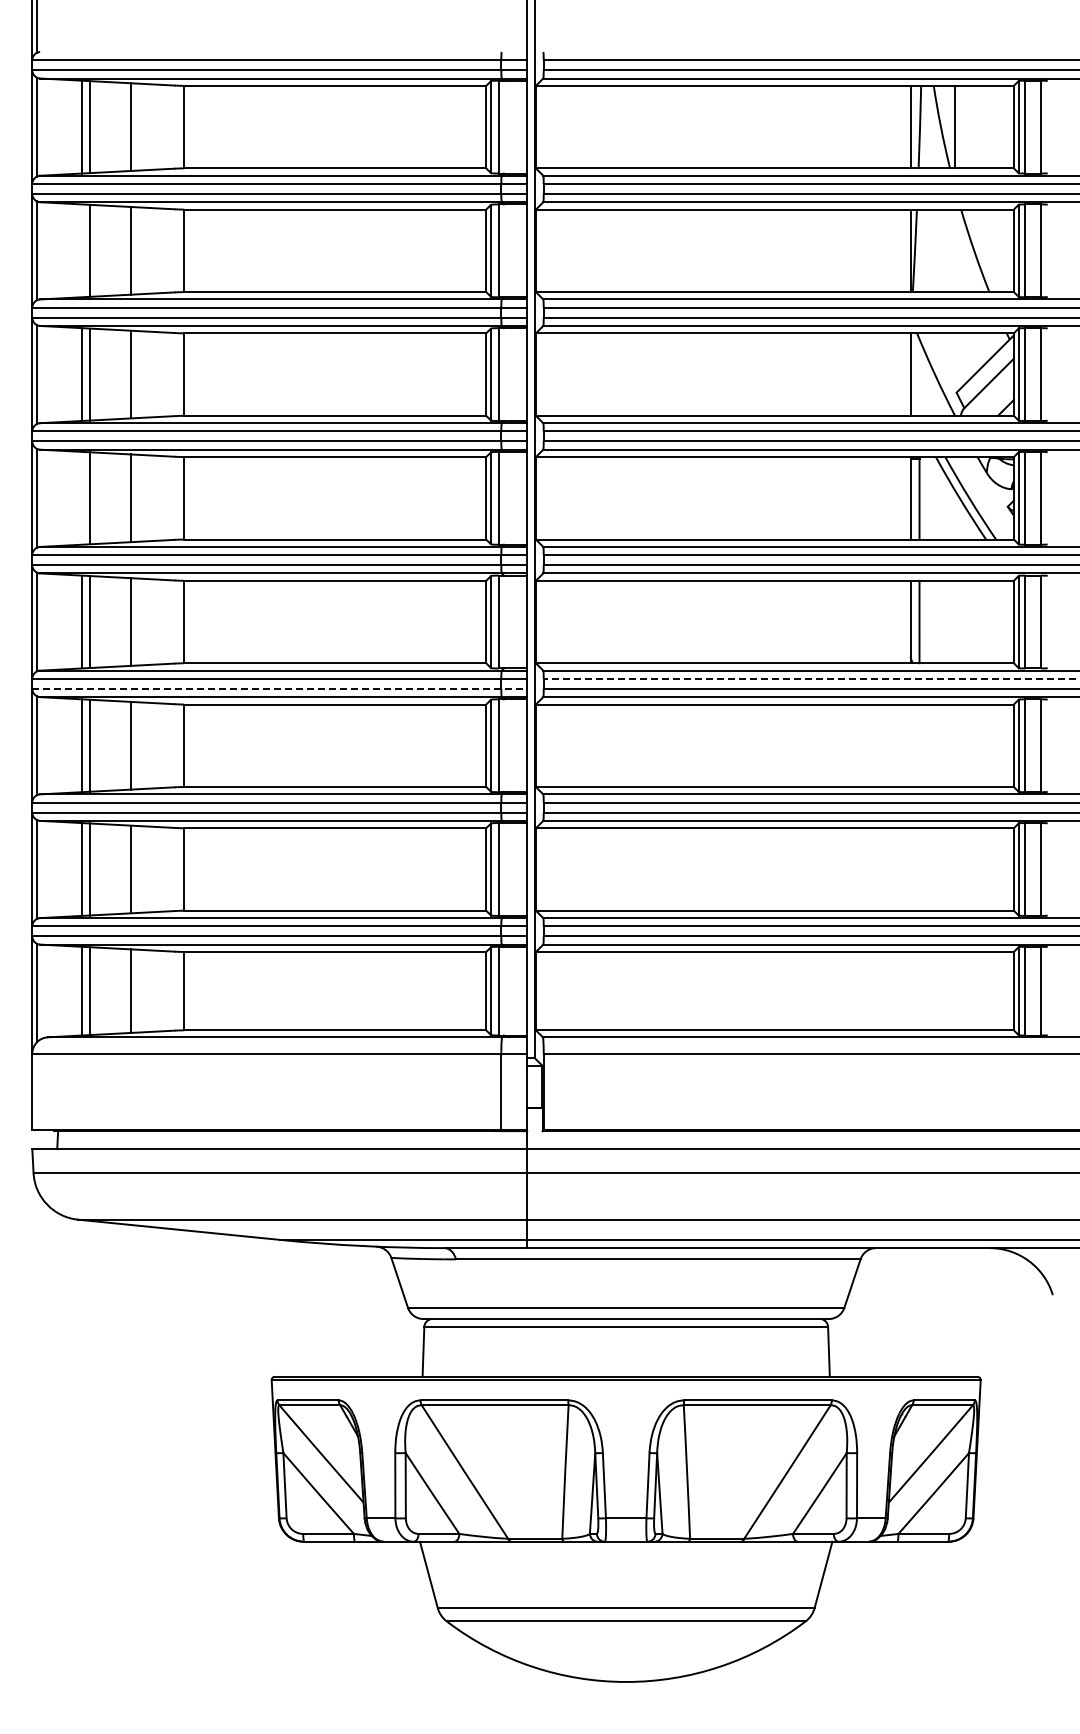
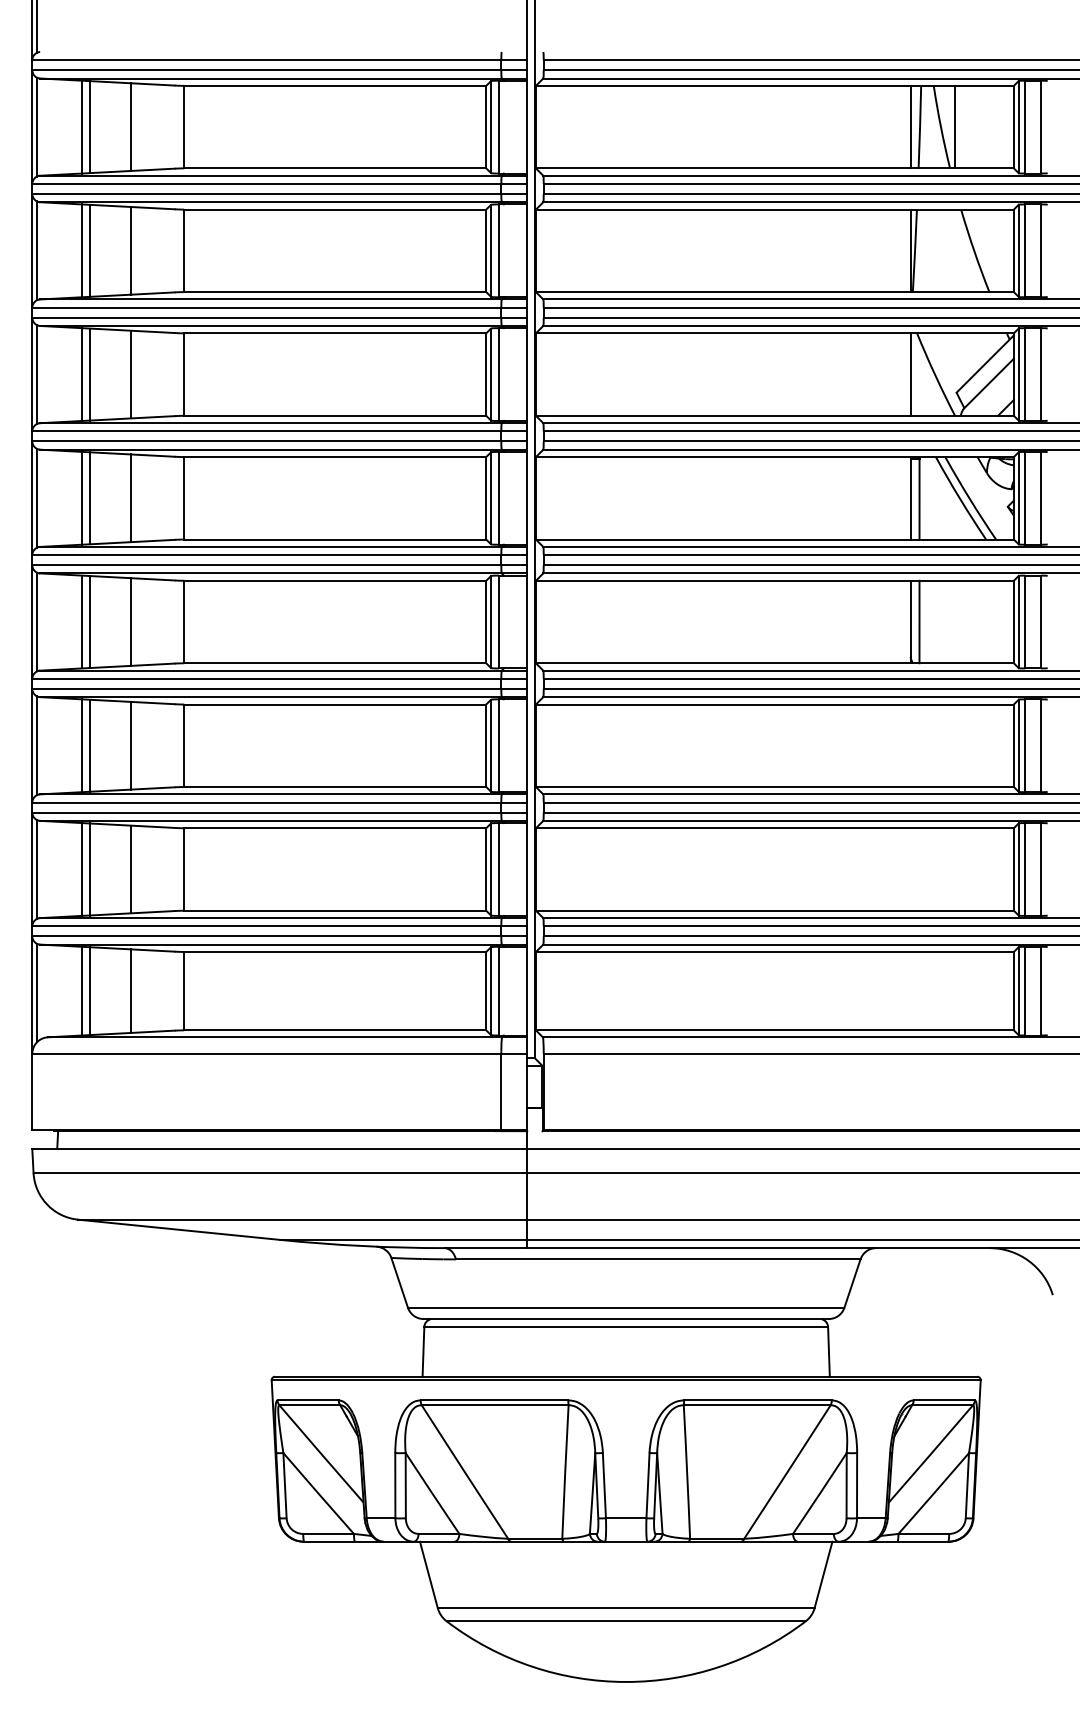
line at (81, 250): none -> present
line at (81, 497): none -> present
line at (811, 678): dashed -> solid
line at (280, 688): dashed -> solid
